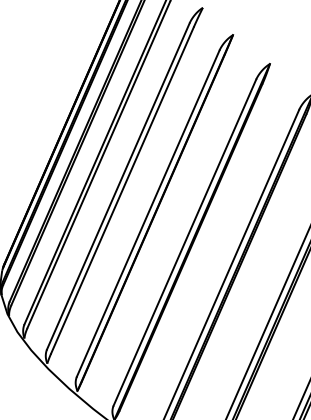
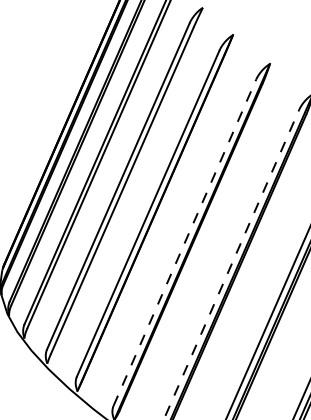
line at (184, 242): solid -> dashed
line at (231, 264): solid -> dashed
